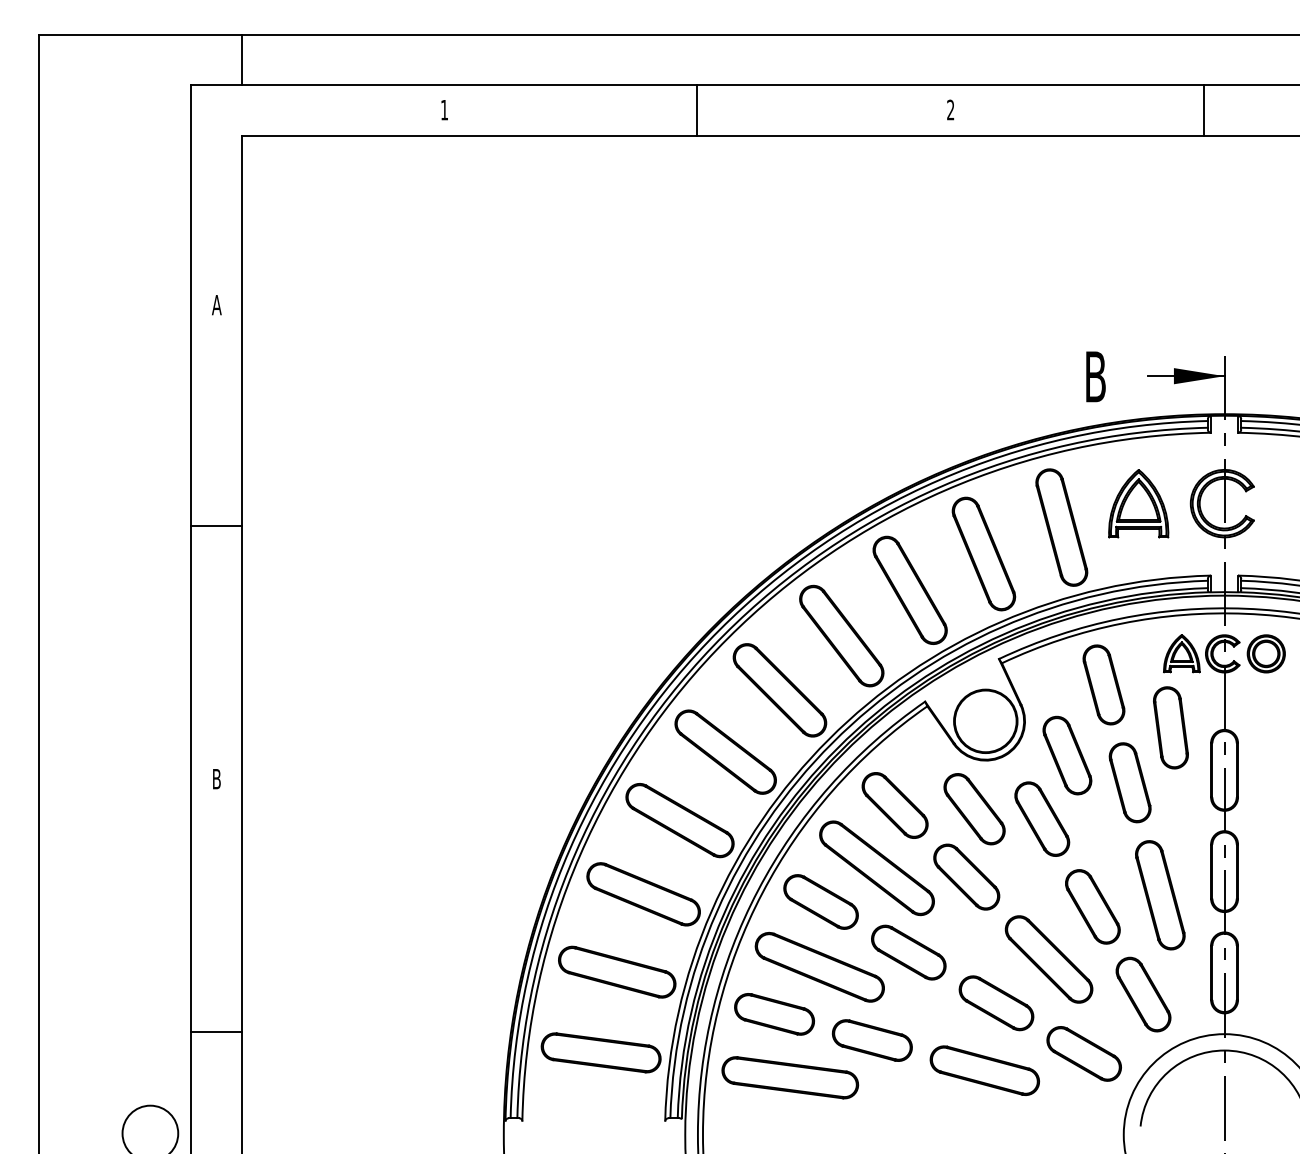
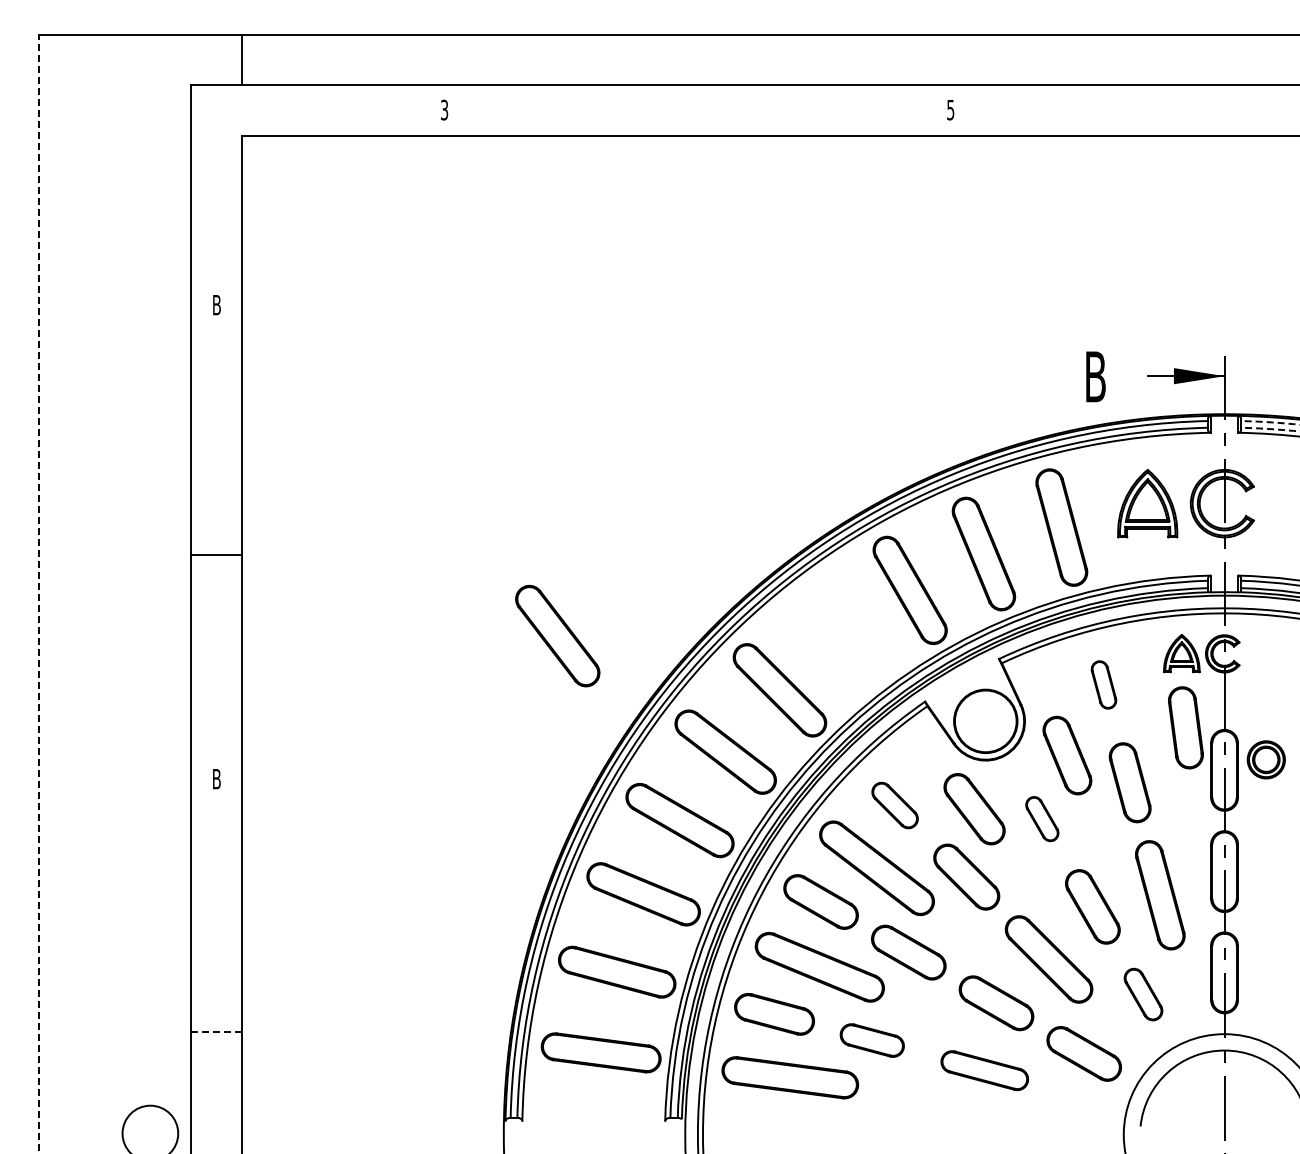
text at (444, 109): 1 -> 3
text at (950, 109): 2 -> 5
line at (697, 110): present -> none
line at (1203, 110): present -> none
text at (216, 305): A -> B
arc at (1270, 422): solid -> dashed
arc at (1270, 429): solid -> dashed
part at (1138, 503) position: (1138, 503) -> (1147, 503)
line at (215, 525) position: (215, 525) -> (215, 554)
line at (39, 593): solid -> dashed
part at (841, 635) position: (841, 635) -> (557, 635)
part at (1265, 653) position: (1265, 653) -> (1265, 759)
part at (1103, 684) size: 44x82 px -> 28x50 px
part at (1170, 727) position: (1170, 727) -> (1185, 727)
part at (894, 805) size: 68x67 px -> 48x49 px
part at (1042, 818) size: 57x76 px -> 35x47 px
part at (1143, 994) size: 57x77 px -> 41x55 px
line at (216, 1032): solid -> dashed
part at (871, 1040) size: 82x43 px -> 66x35 px
part at (984, 1070) size: 111x51 px -> 90x42 px
